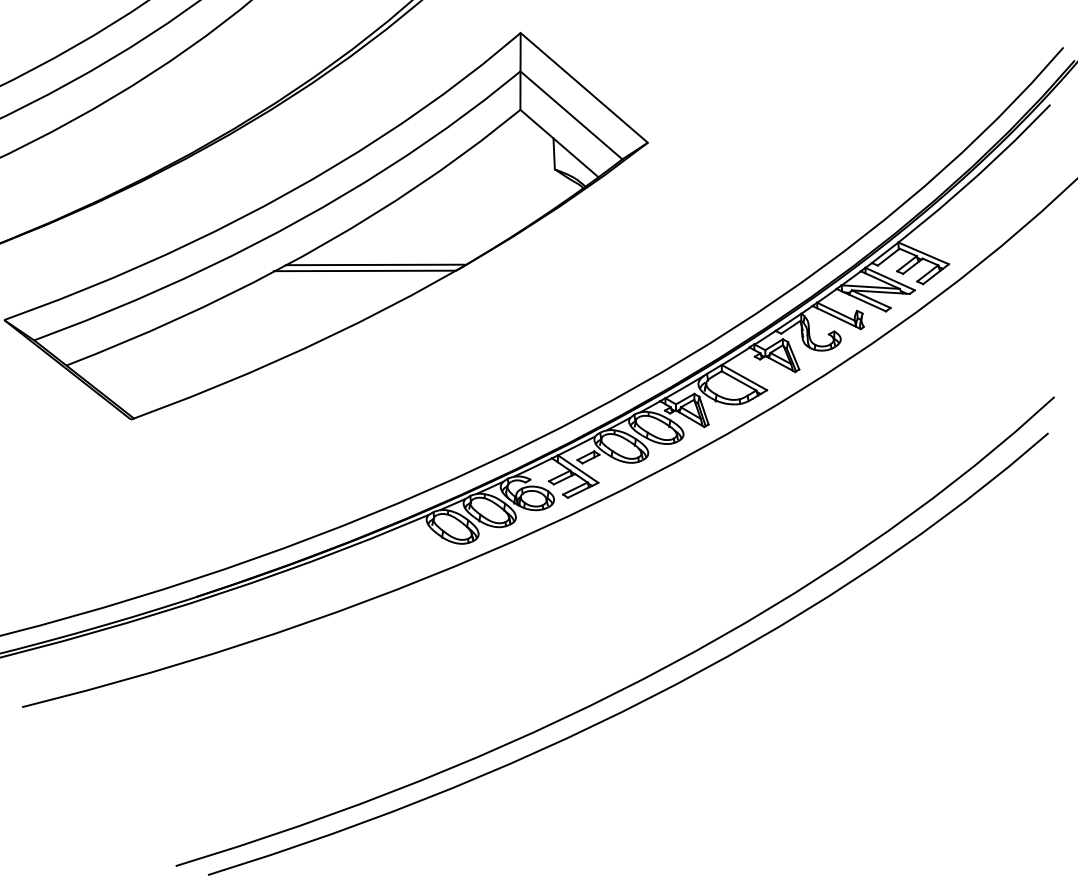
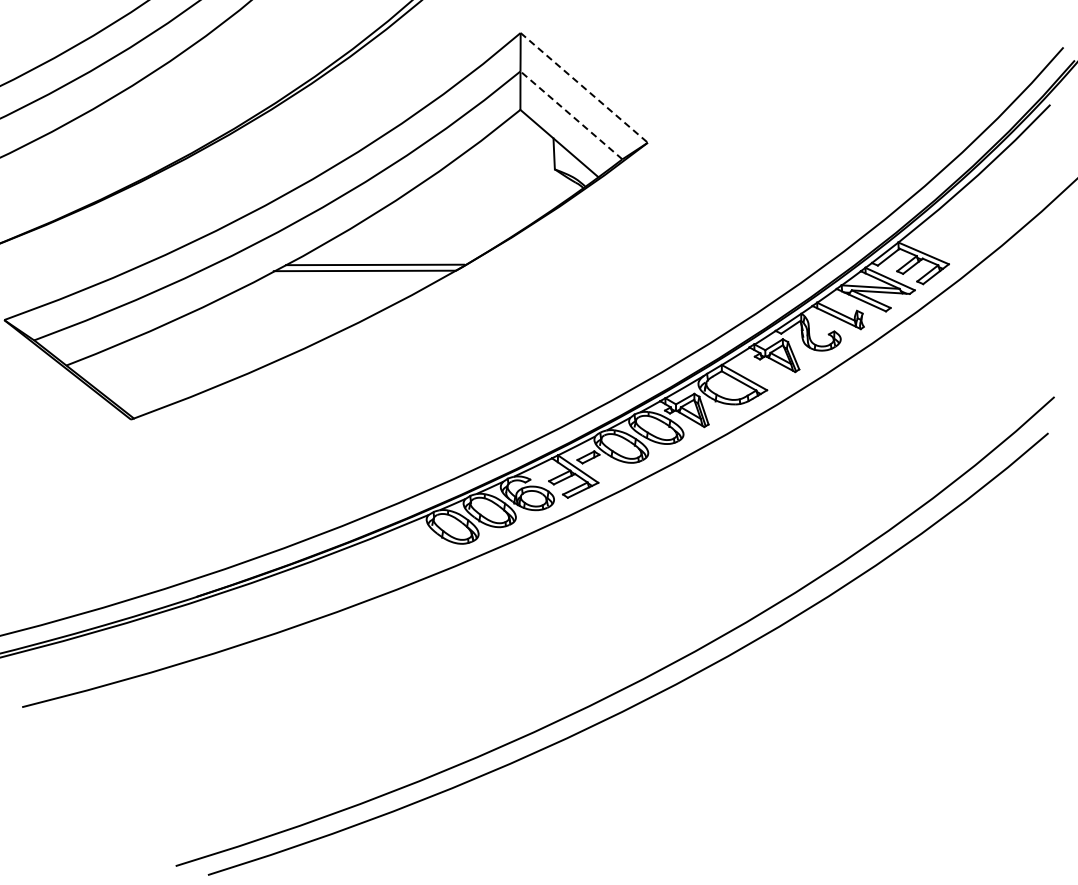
line at (584, 87): solid -> dashed
line at (571, 115): solid -> dashed
